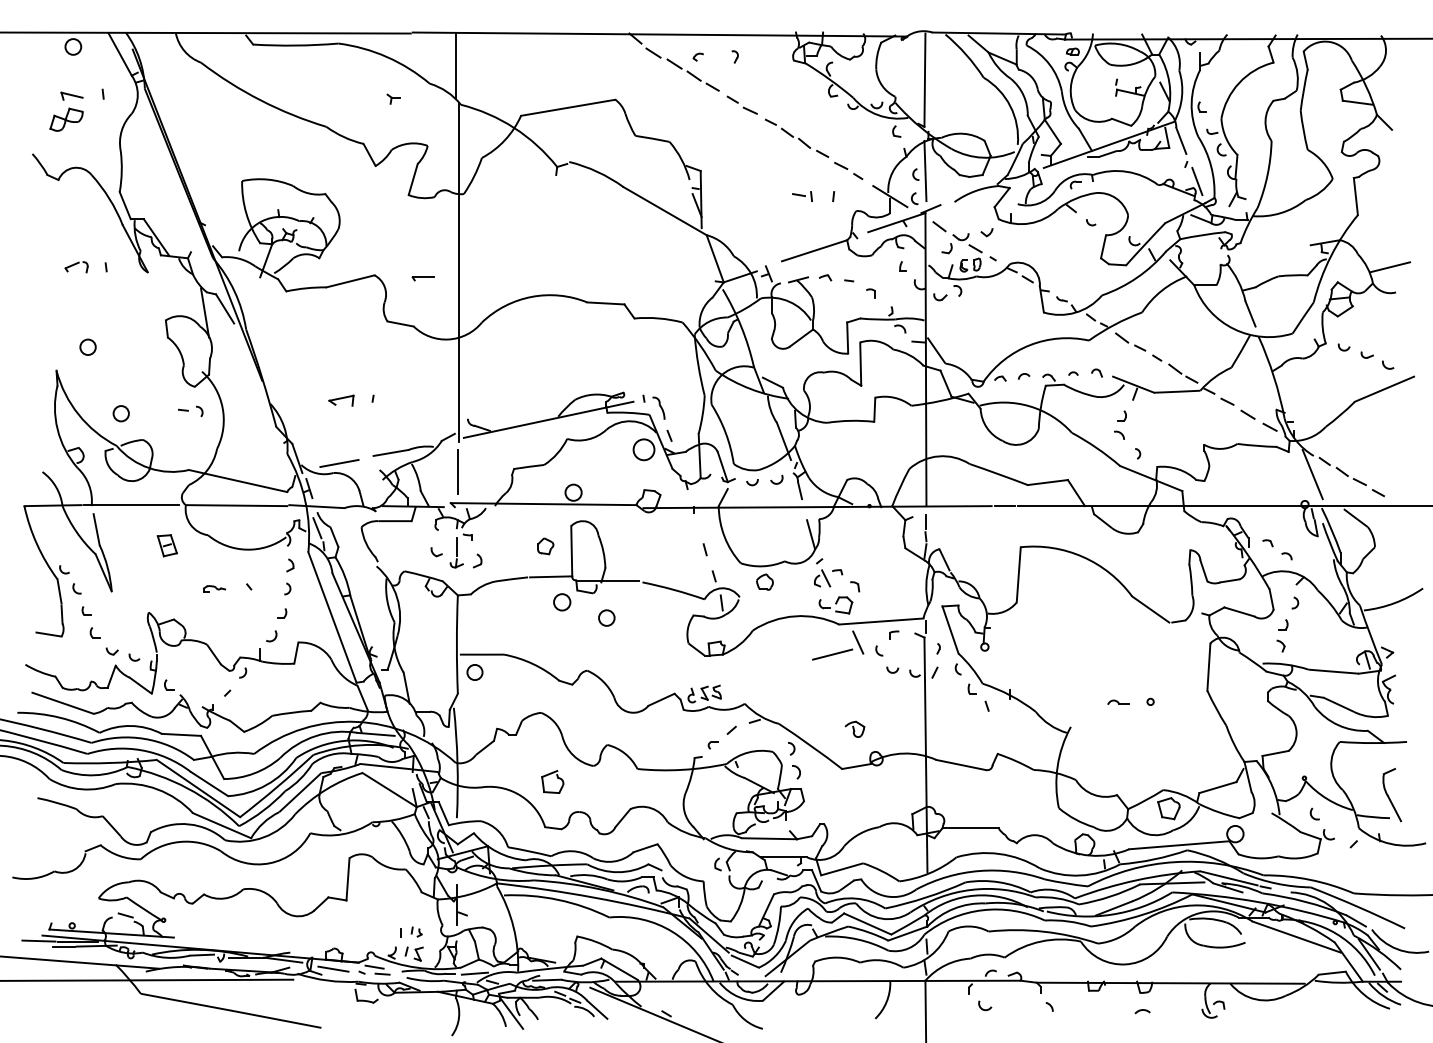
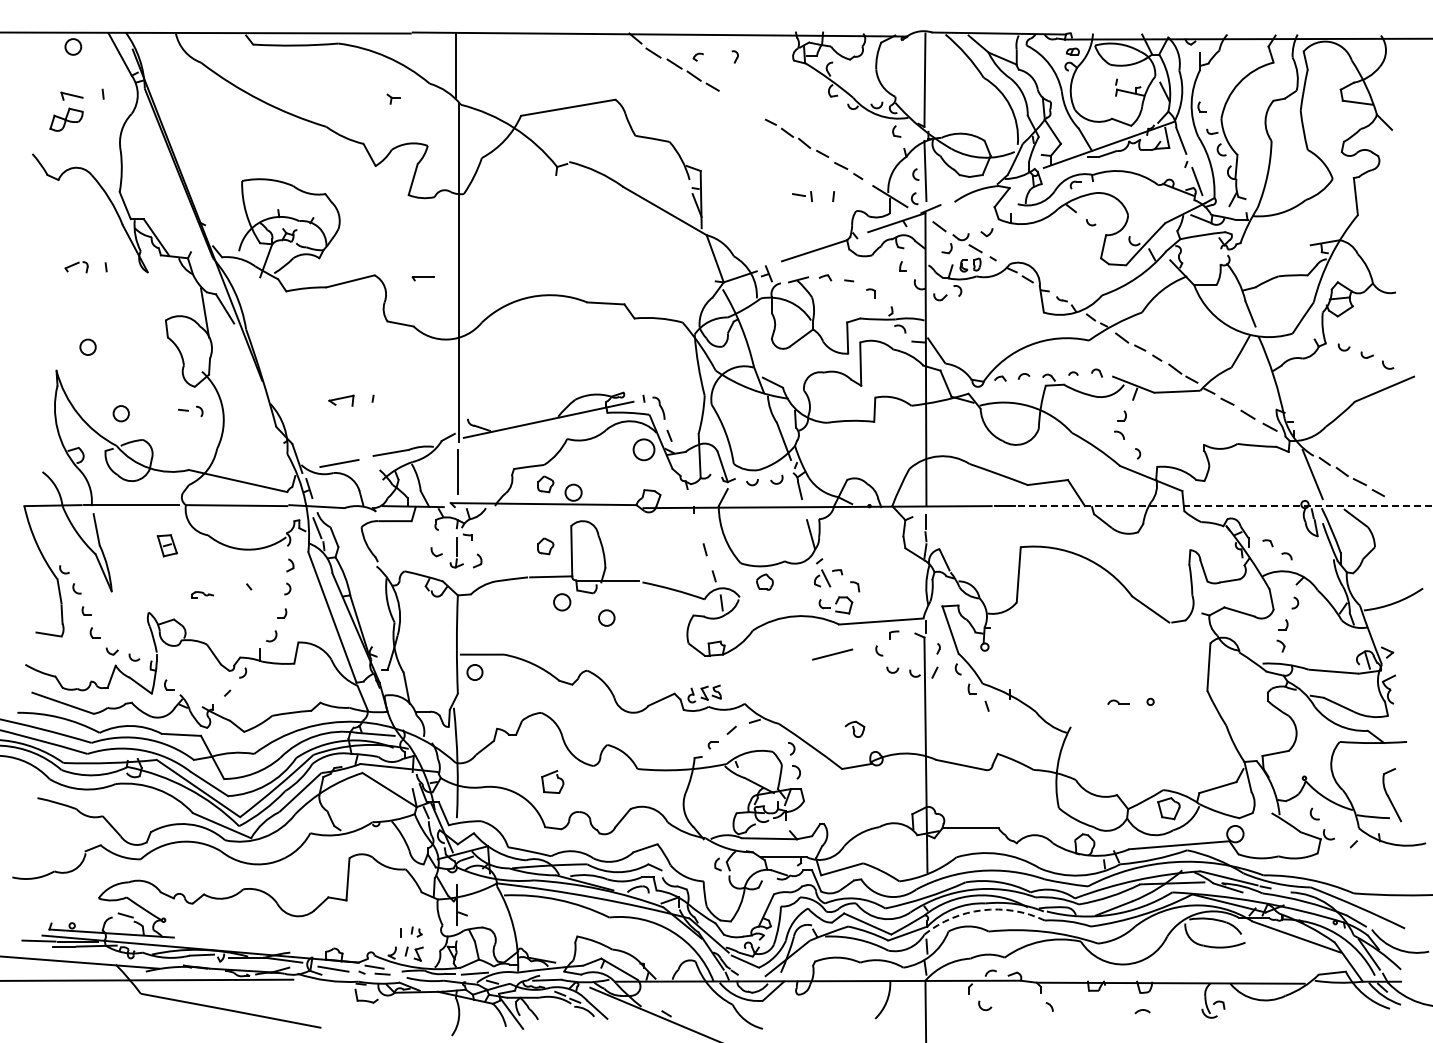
part at (741, 104): present -> none
line at (1389, 267): present -> none
part at (545, 484): none -> present
line at (1225, 506): solid -> dashed
part at (214, 588) position: (214, 588) -> (202, 594)
line at (858, 642): present -> none
arc at (982, 910): solid -> dashed
